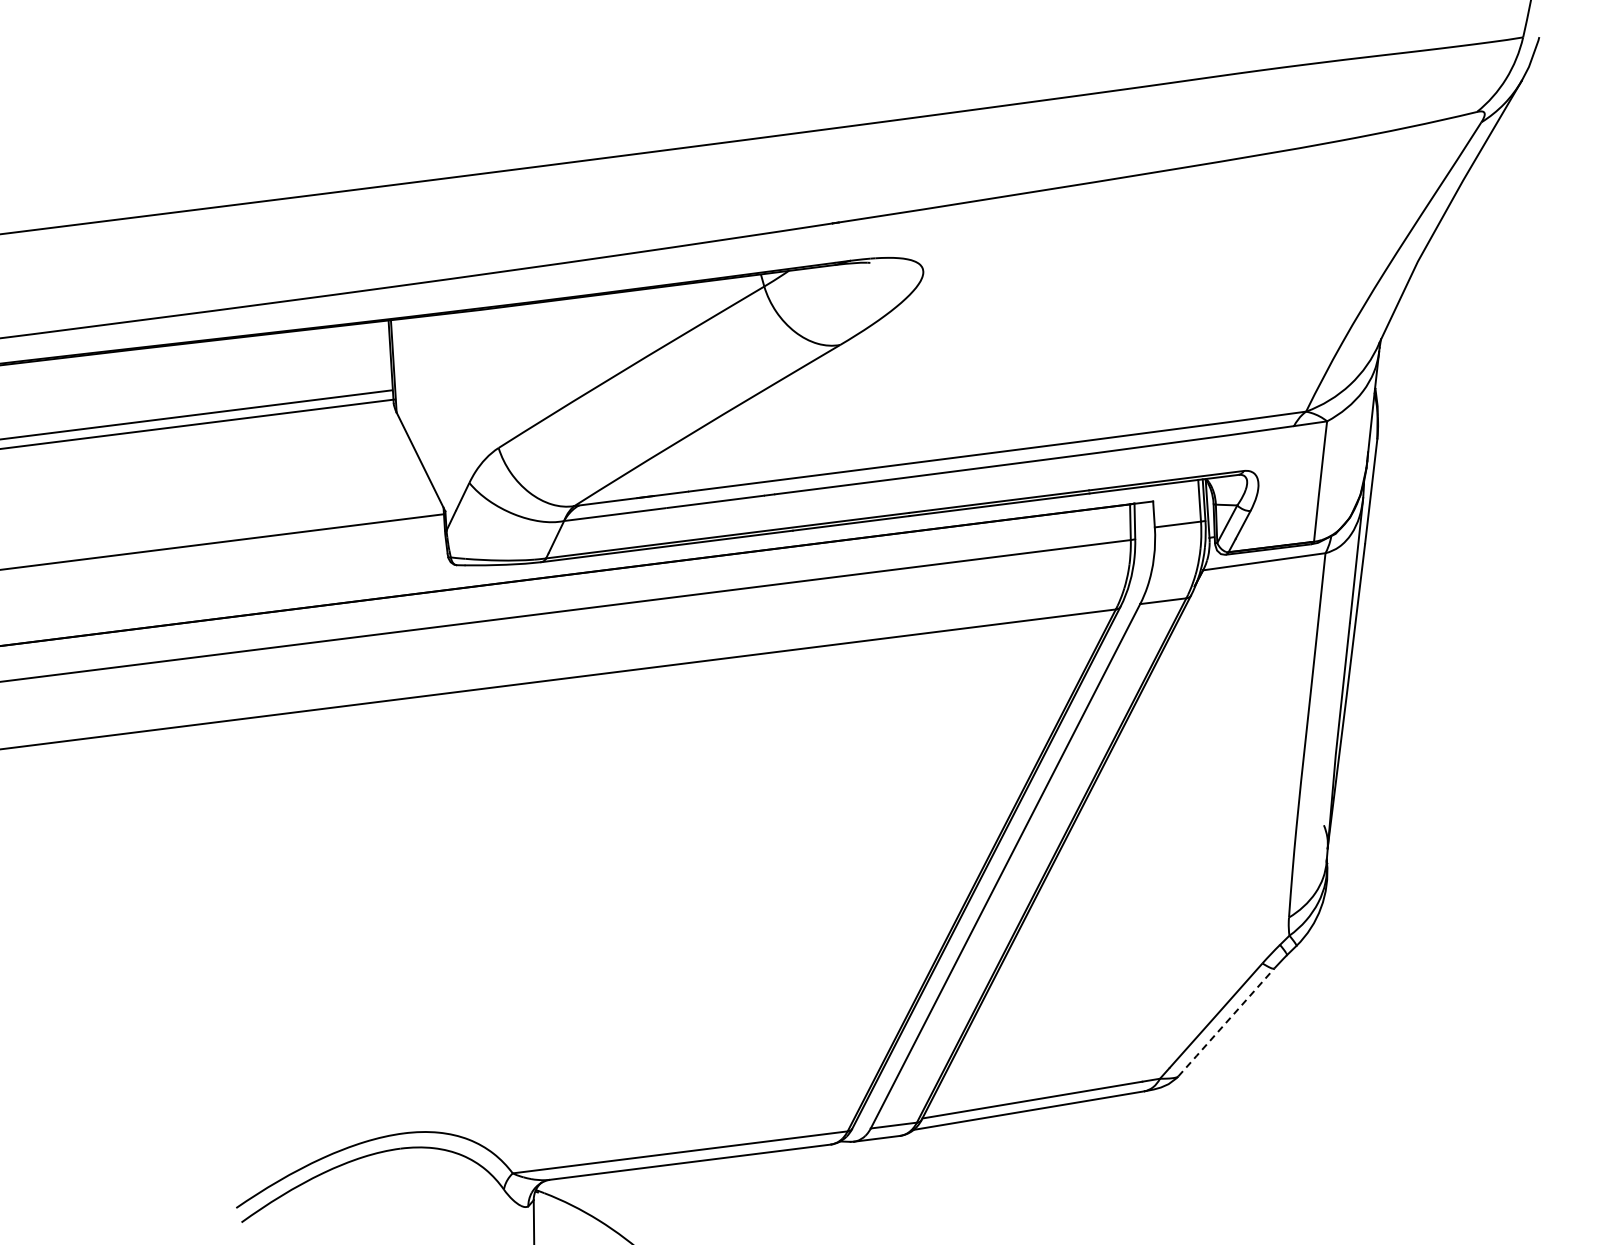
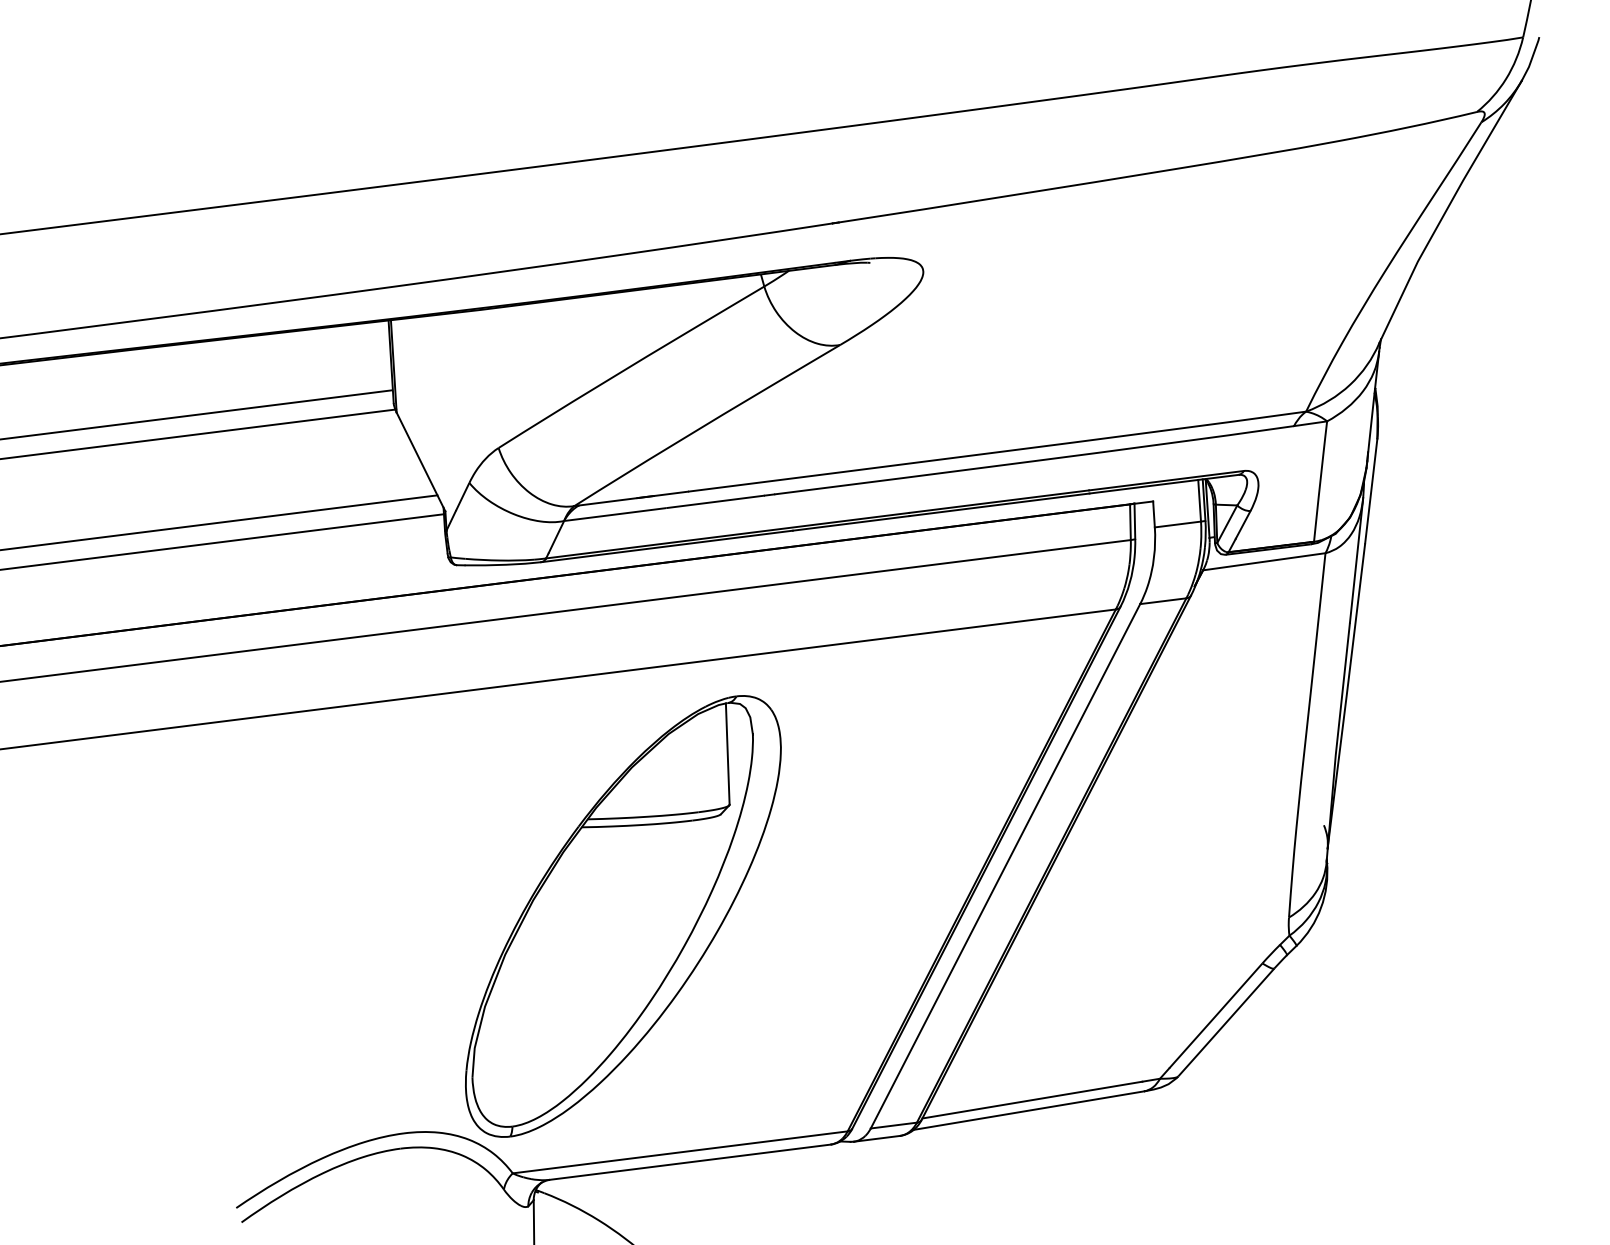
line at (198, 423) position: (198, 423) -> (199, 433)
line at (219, 522): none -> present
part at (623, 916): none -> present
line at (1226, 1022): dashed -> solid
